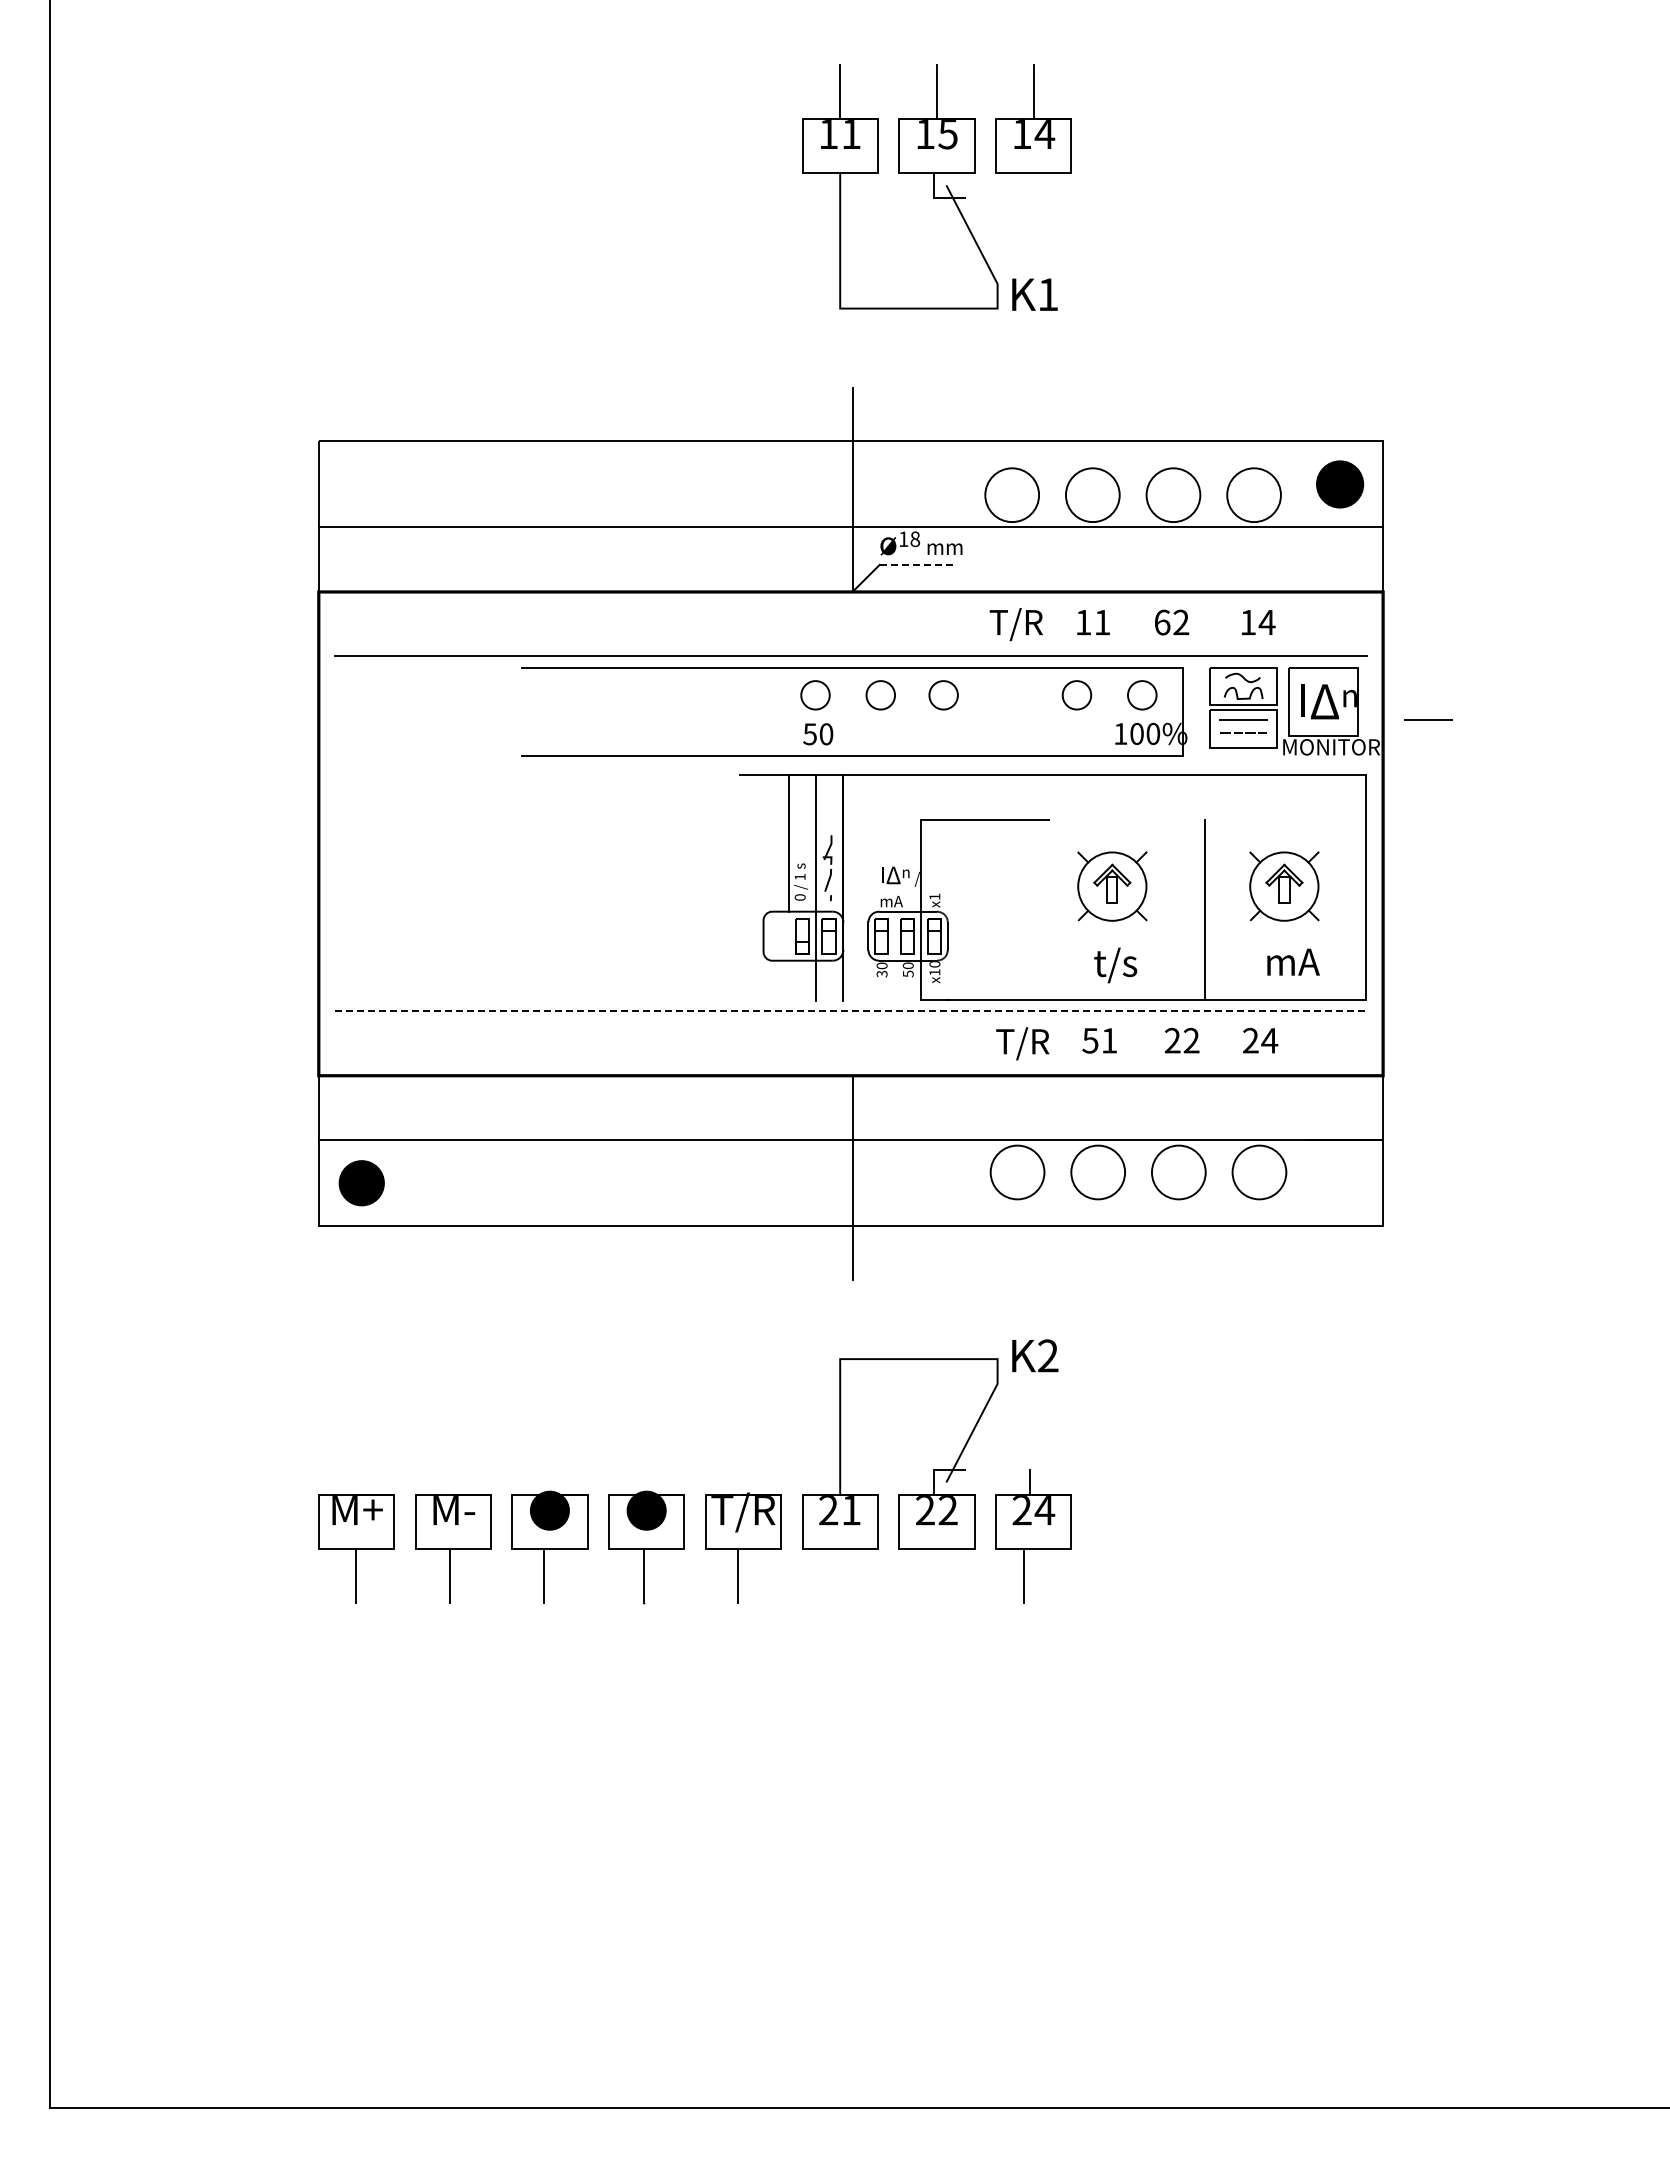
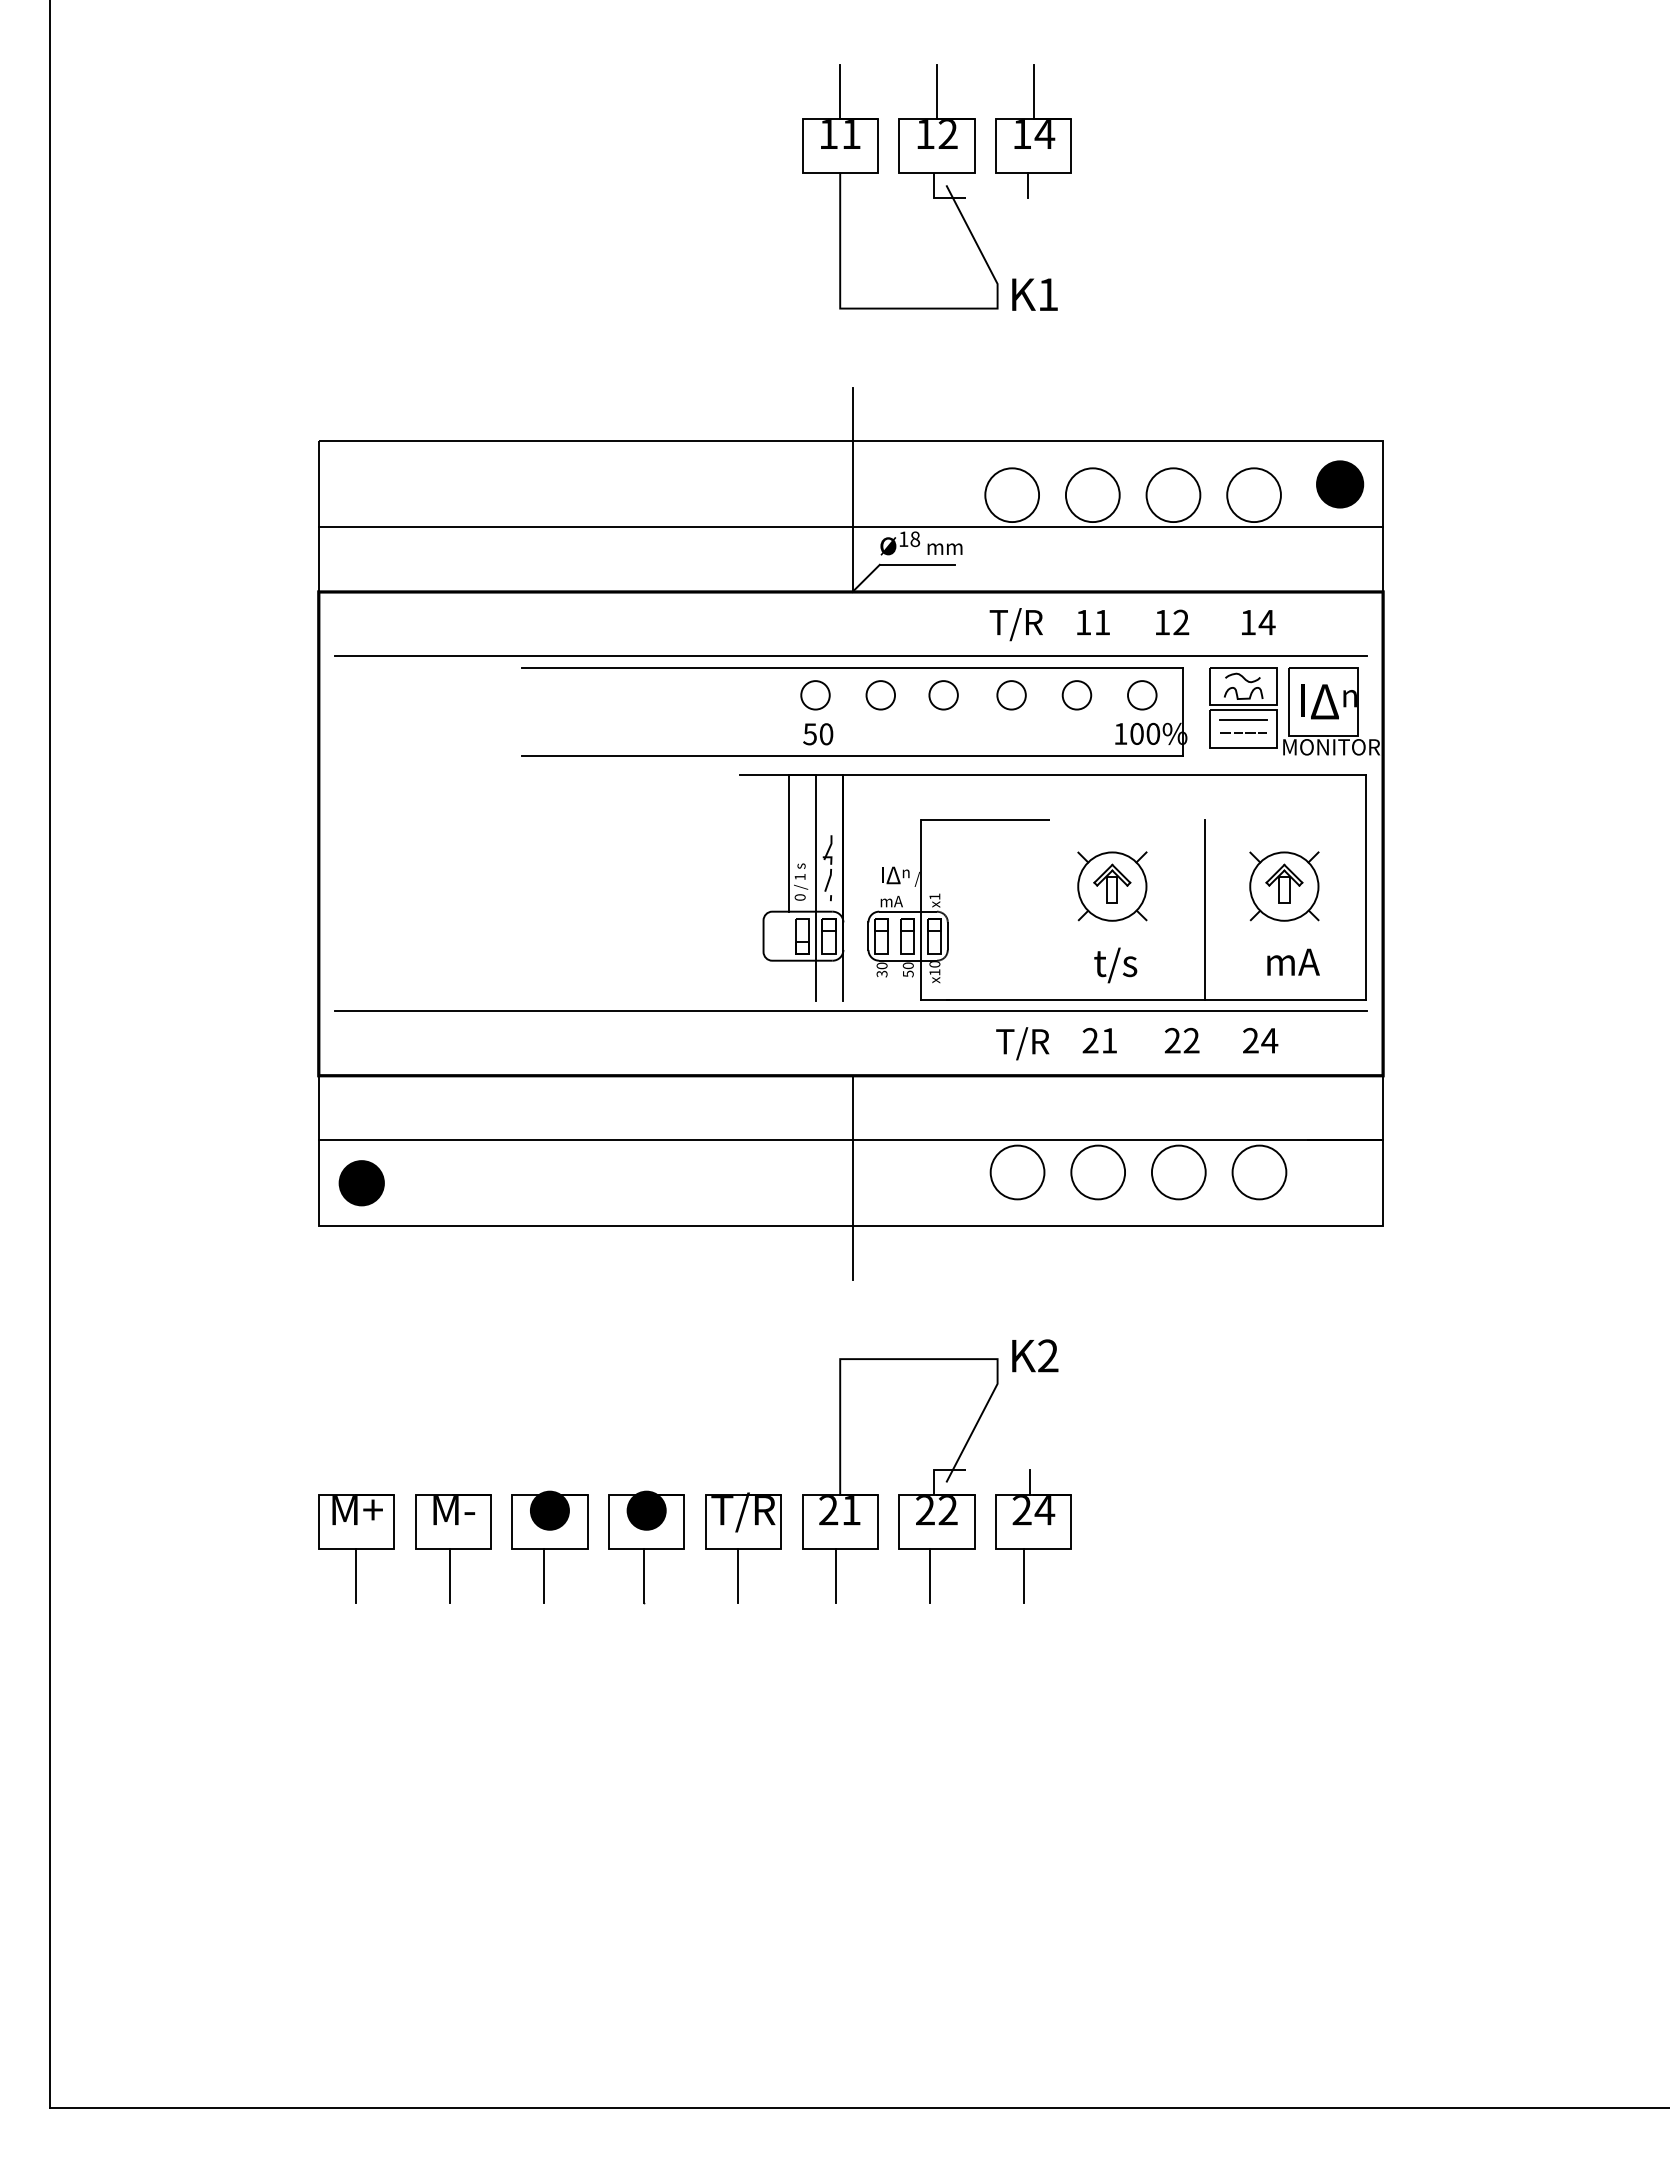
text at (947, 134): 15 -> 12
line at (1027, 185): none -> present
line at (917, 564): dashed -> solid
text at (1162, 622): 62 -> 12
part at (1011, 695): none -> present
line at (1428, 719): present -> none
line at (851, 1011): dashed -> solid
text at (1090, 1040): 51 -> 21
line at (836, 1575): none -> present
line at (930, 1575): none -> present
